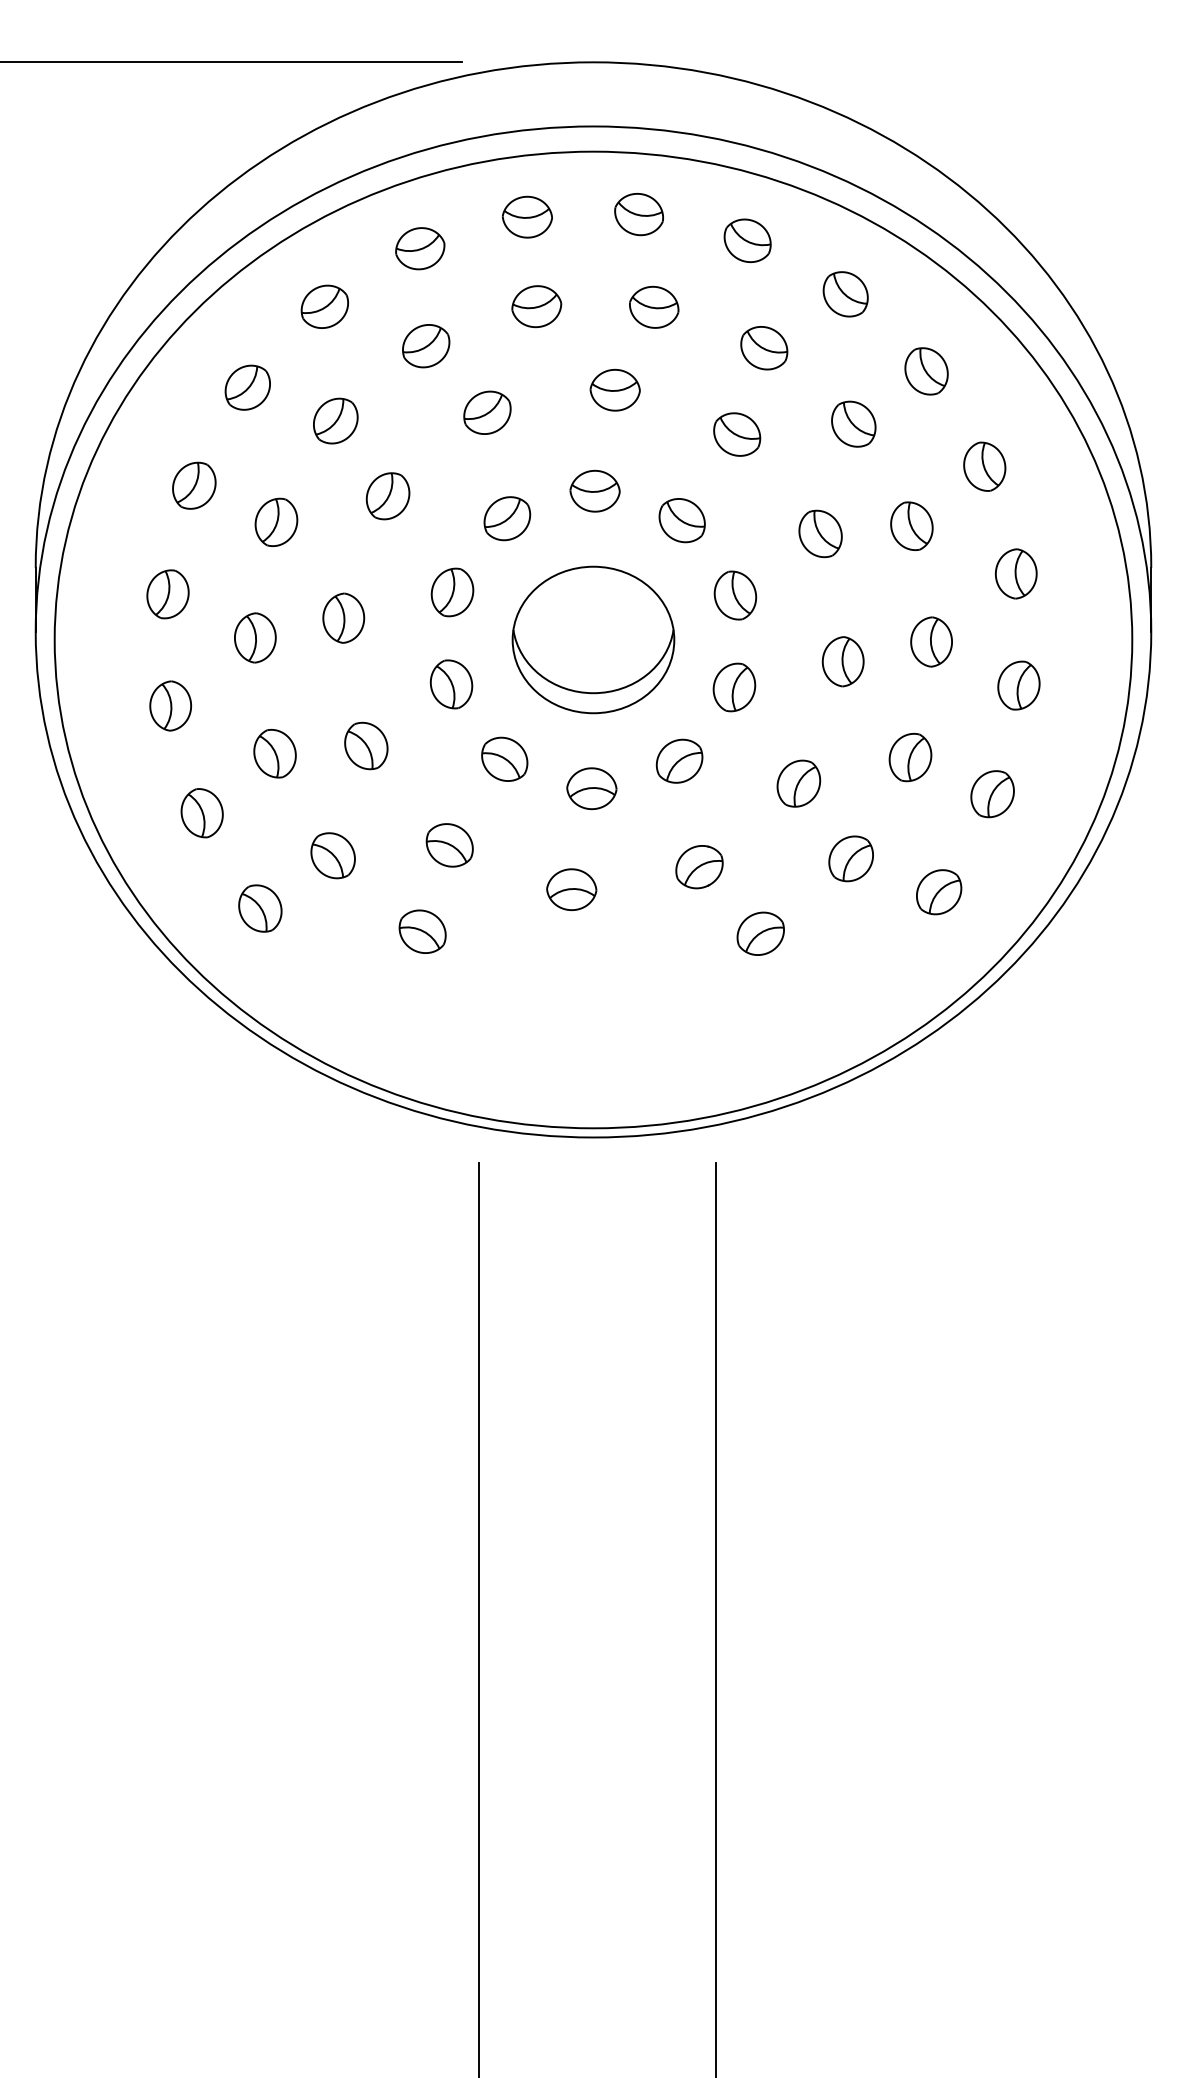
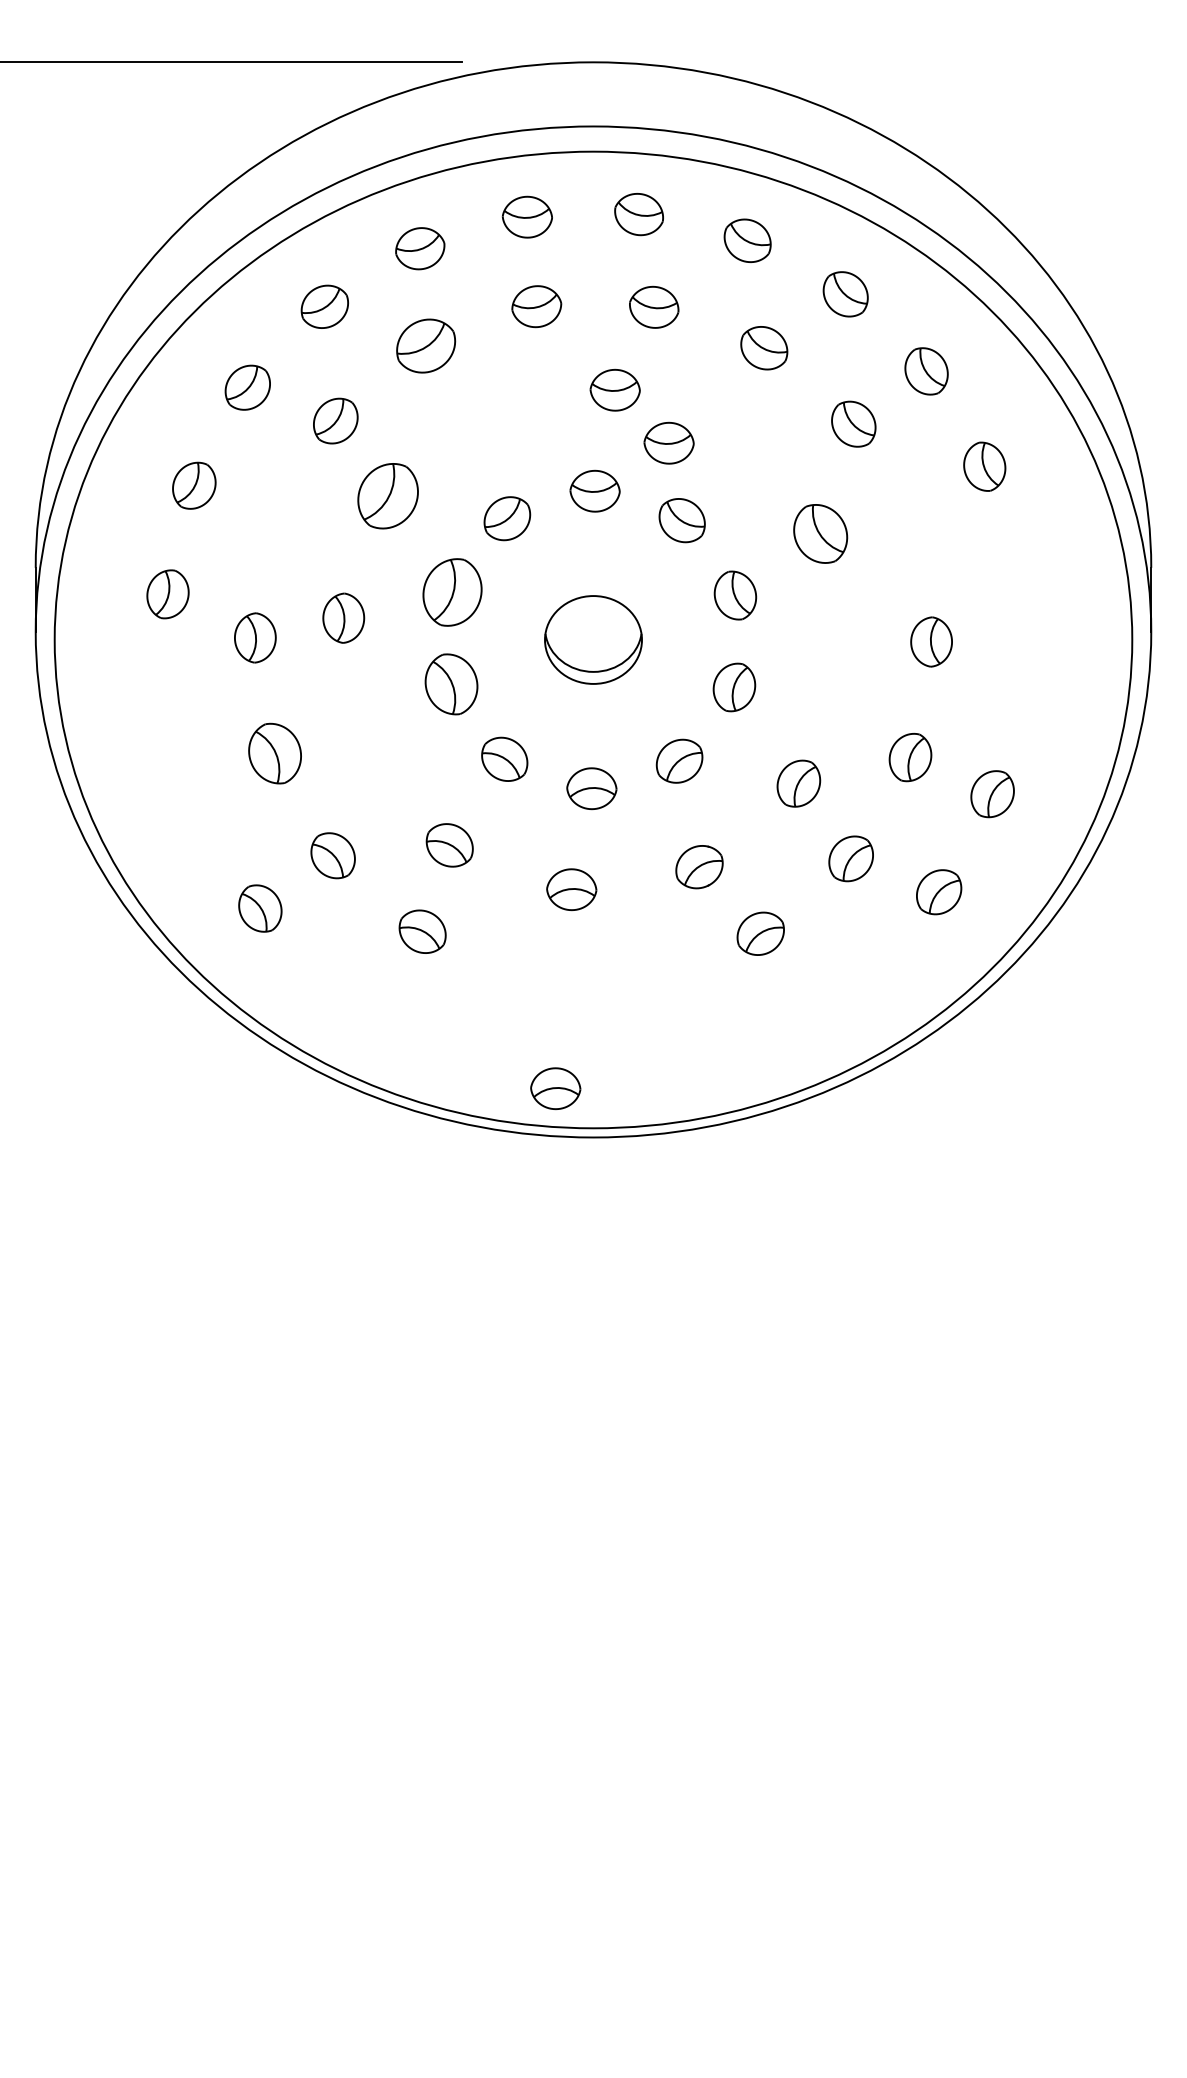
part at (426, 346) size: 49x45 px -> 61x56 px
part at (487, 412): present -> none
part at (737, 434): present -> none
part at (668, 442): none -> present
part at (387, 496) size: 46x49 px -> 62x67 px
part at (276, 521): present -> none
part at (911, 525): present -> none
part at (820, 533) size: 45x50 px -> 56x60 px
part at (1016, 573): present -> none
part at (452, 592) size: 45x51 px -> 61x69 px
part at (593, 639) size: 165x150 px -> 99x90 px
part at (842, 661): present -> none
part at (451, 684) size: 45x51 px -> 55x63 px
part at (1018, 685): present -> none
part at (170, 705): present -> none
part at (366, 745): present -> none
part at (274, 753) size: 44x50 px -> 54x63 px
part at (201, 813): present -> none
part at (555, 1088): none -> present
line at (478, 1618): present -> none
line at (715, 1618): present -> none
